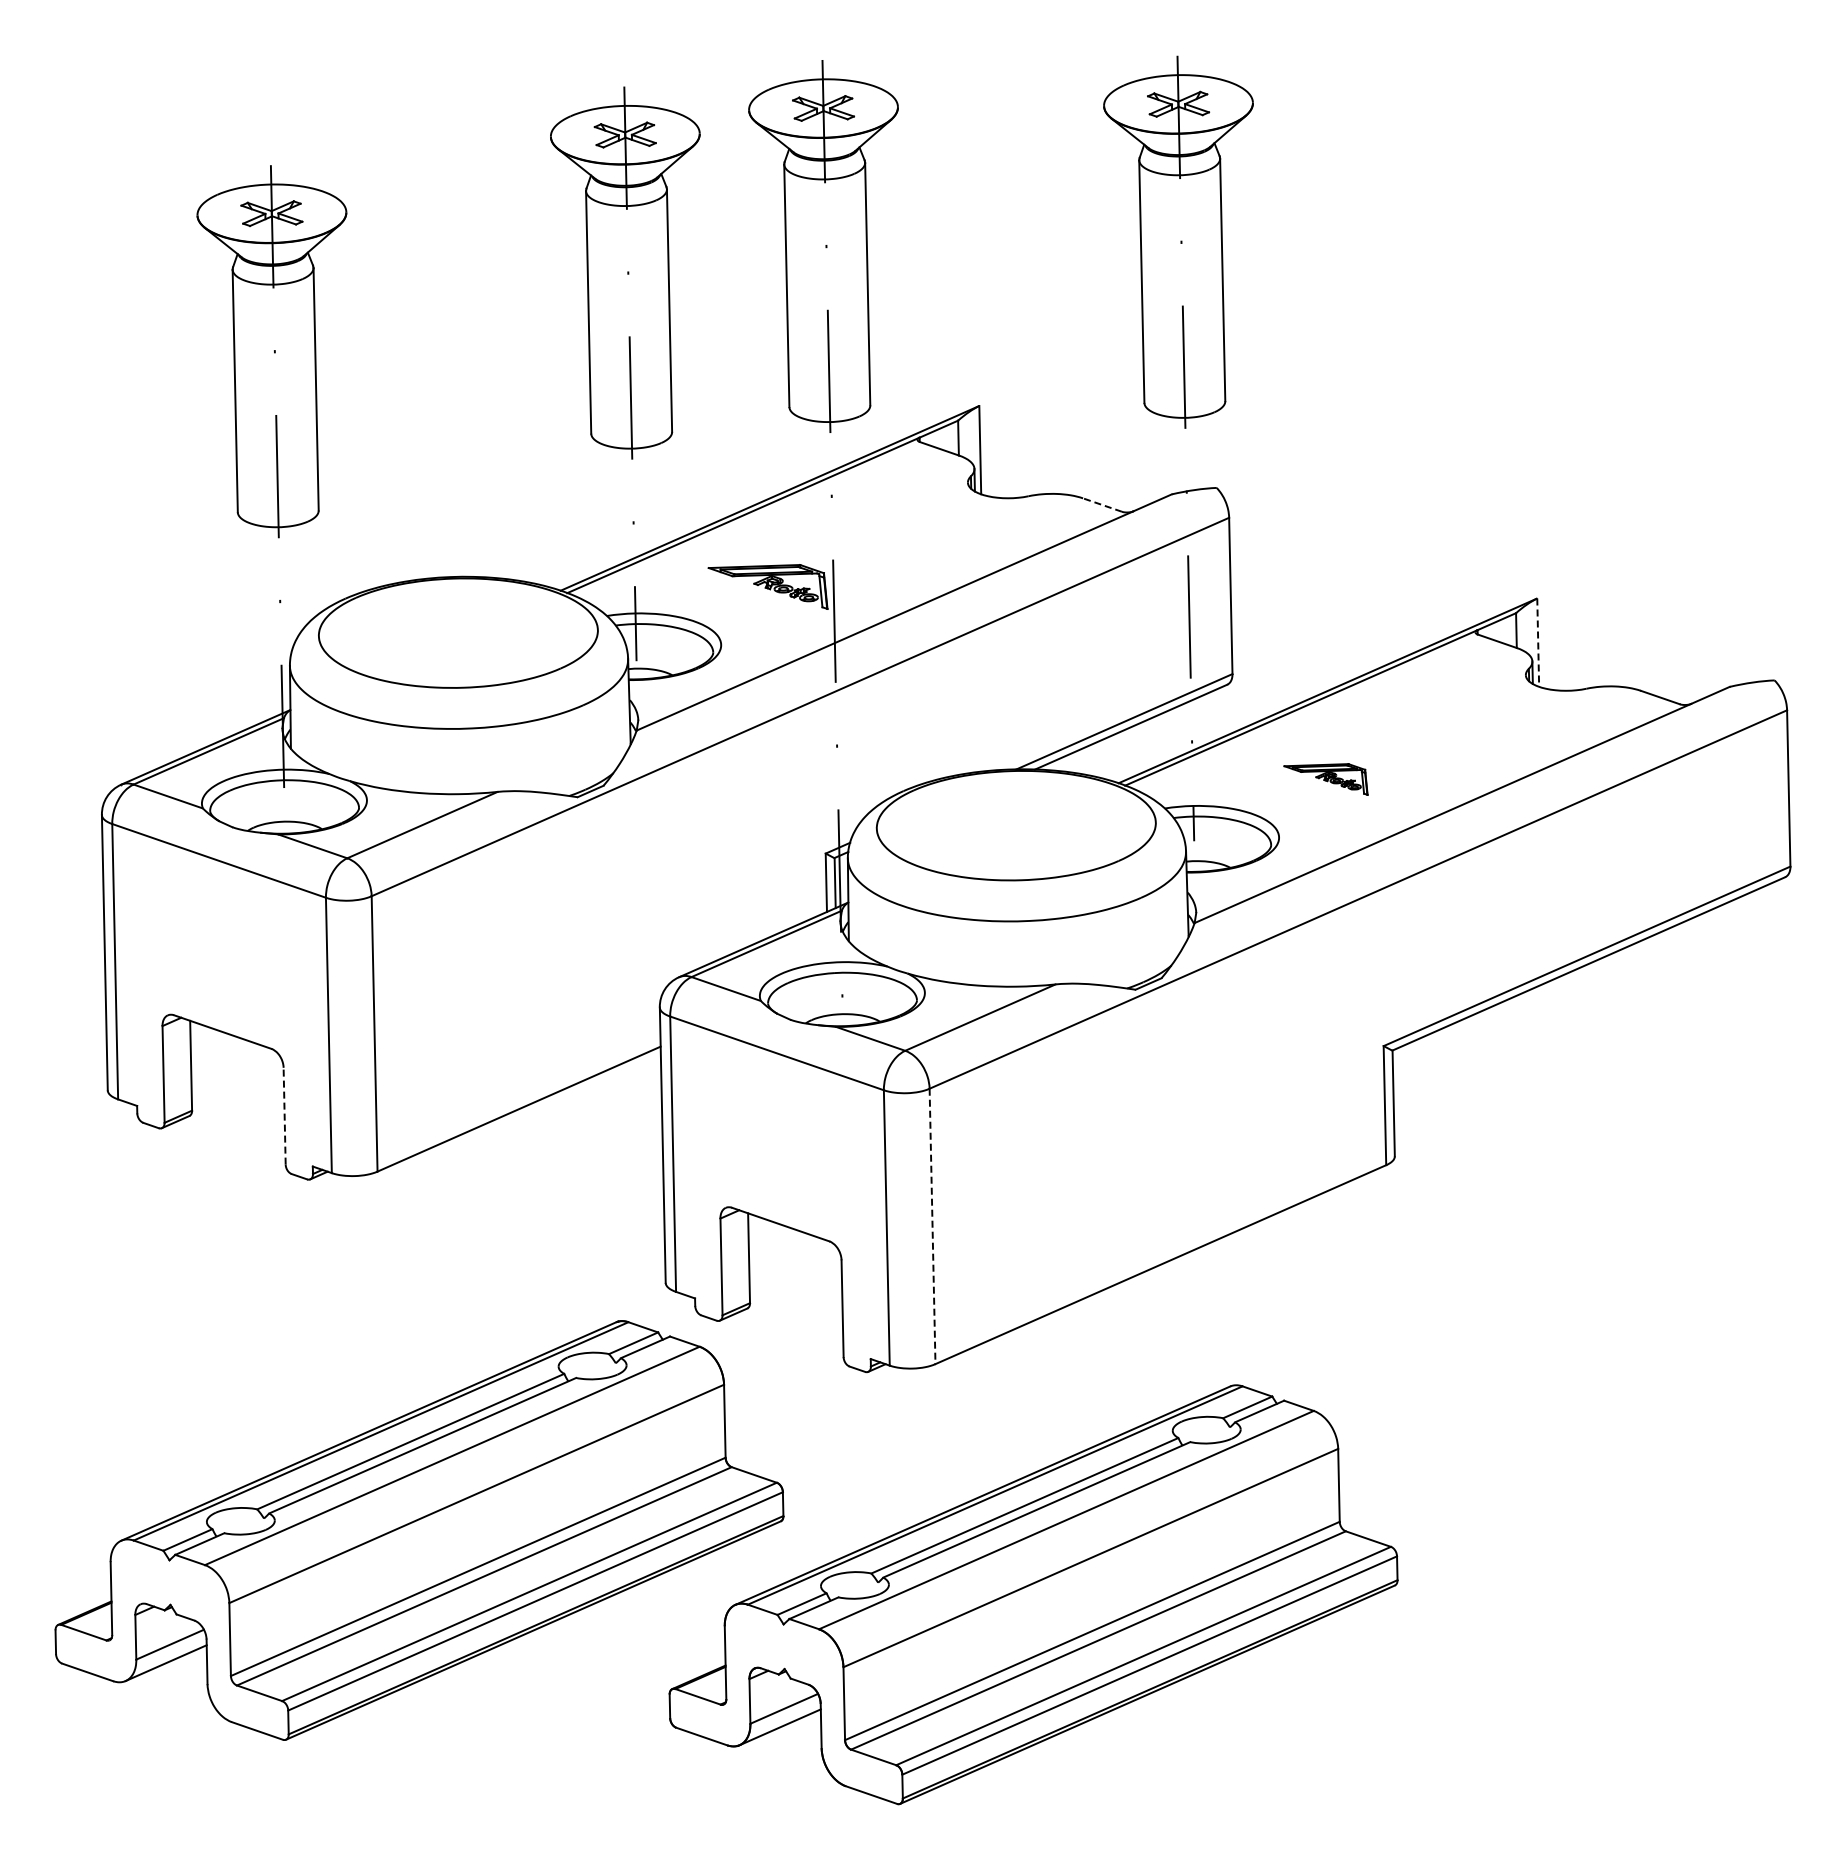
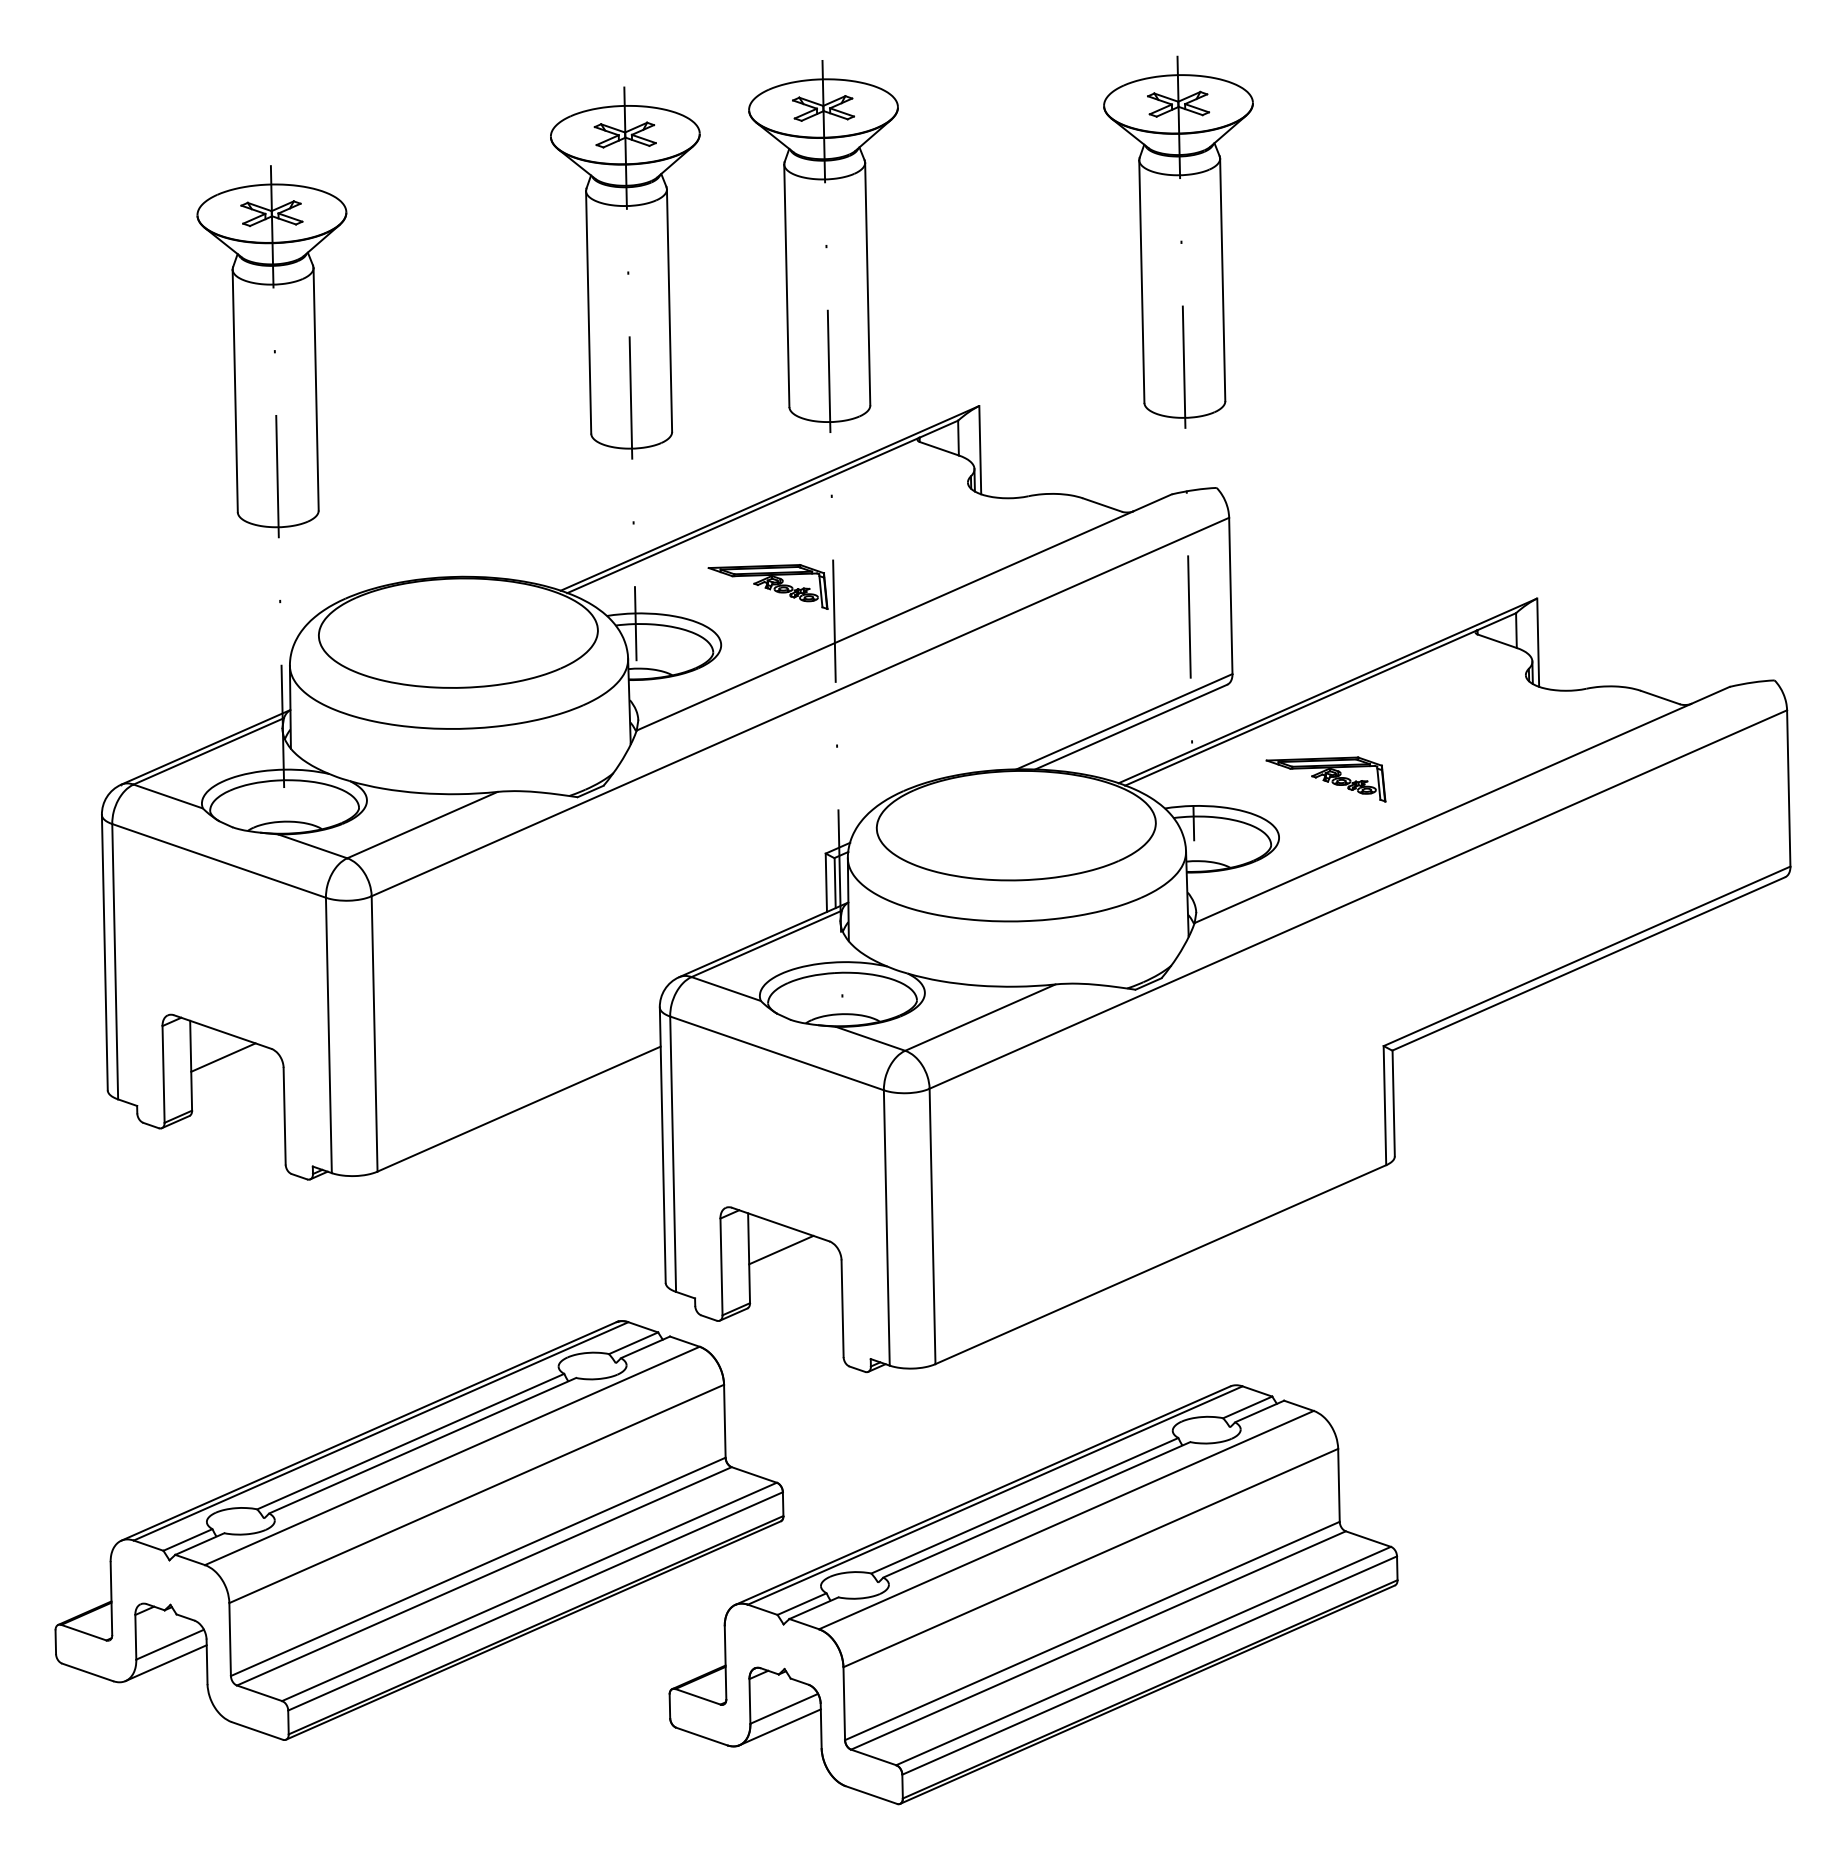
line at (1102, 505): dashed -> solid
line at (1538, 643): dashed -> solid
part at (1325, 779) size: 86x33 px -> 122x47 px
line at (223, 1057): none -> present
line at (284, 1115): dashed -> solid
line at (932, 1226): dashed -> solid
line at (781, 1249): none -> present
